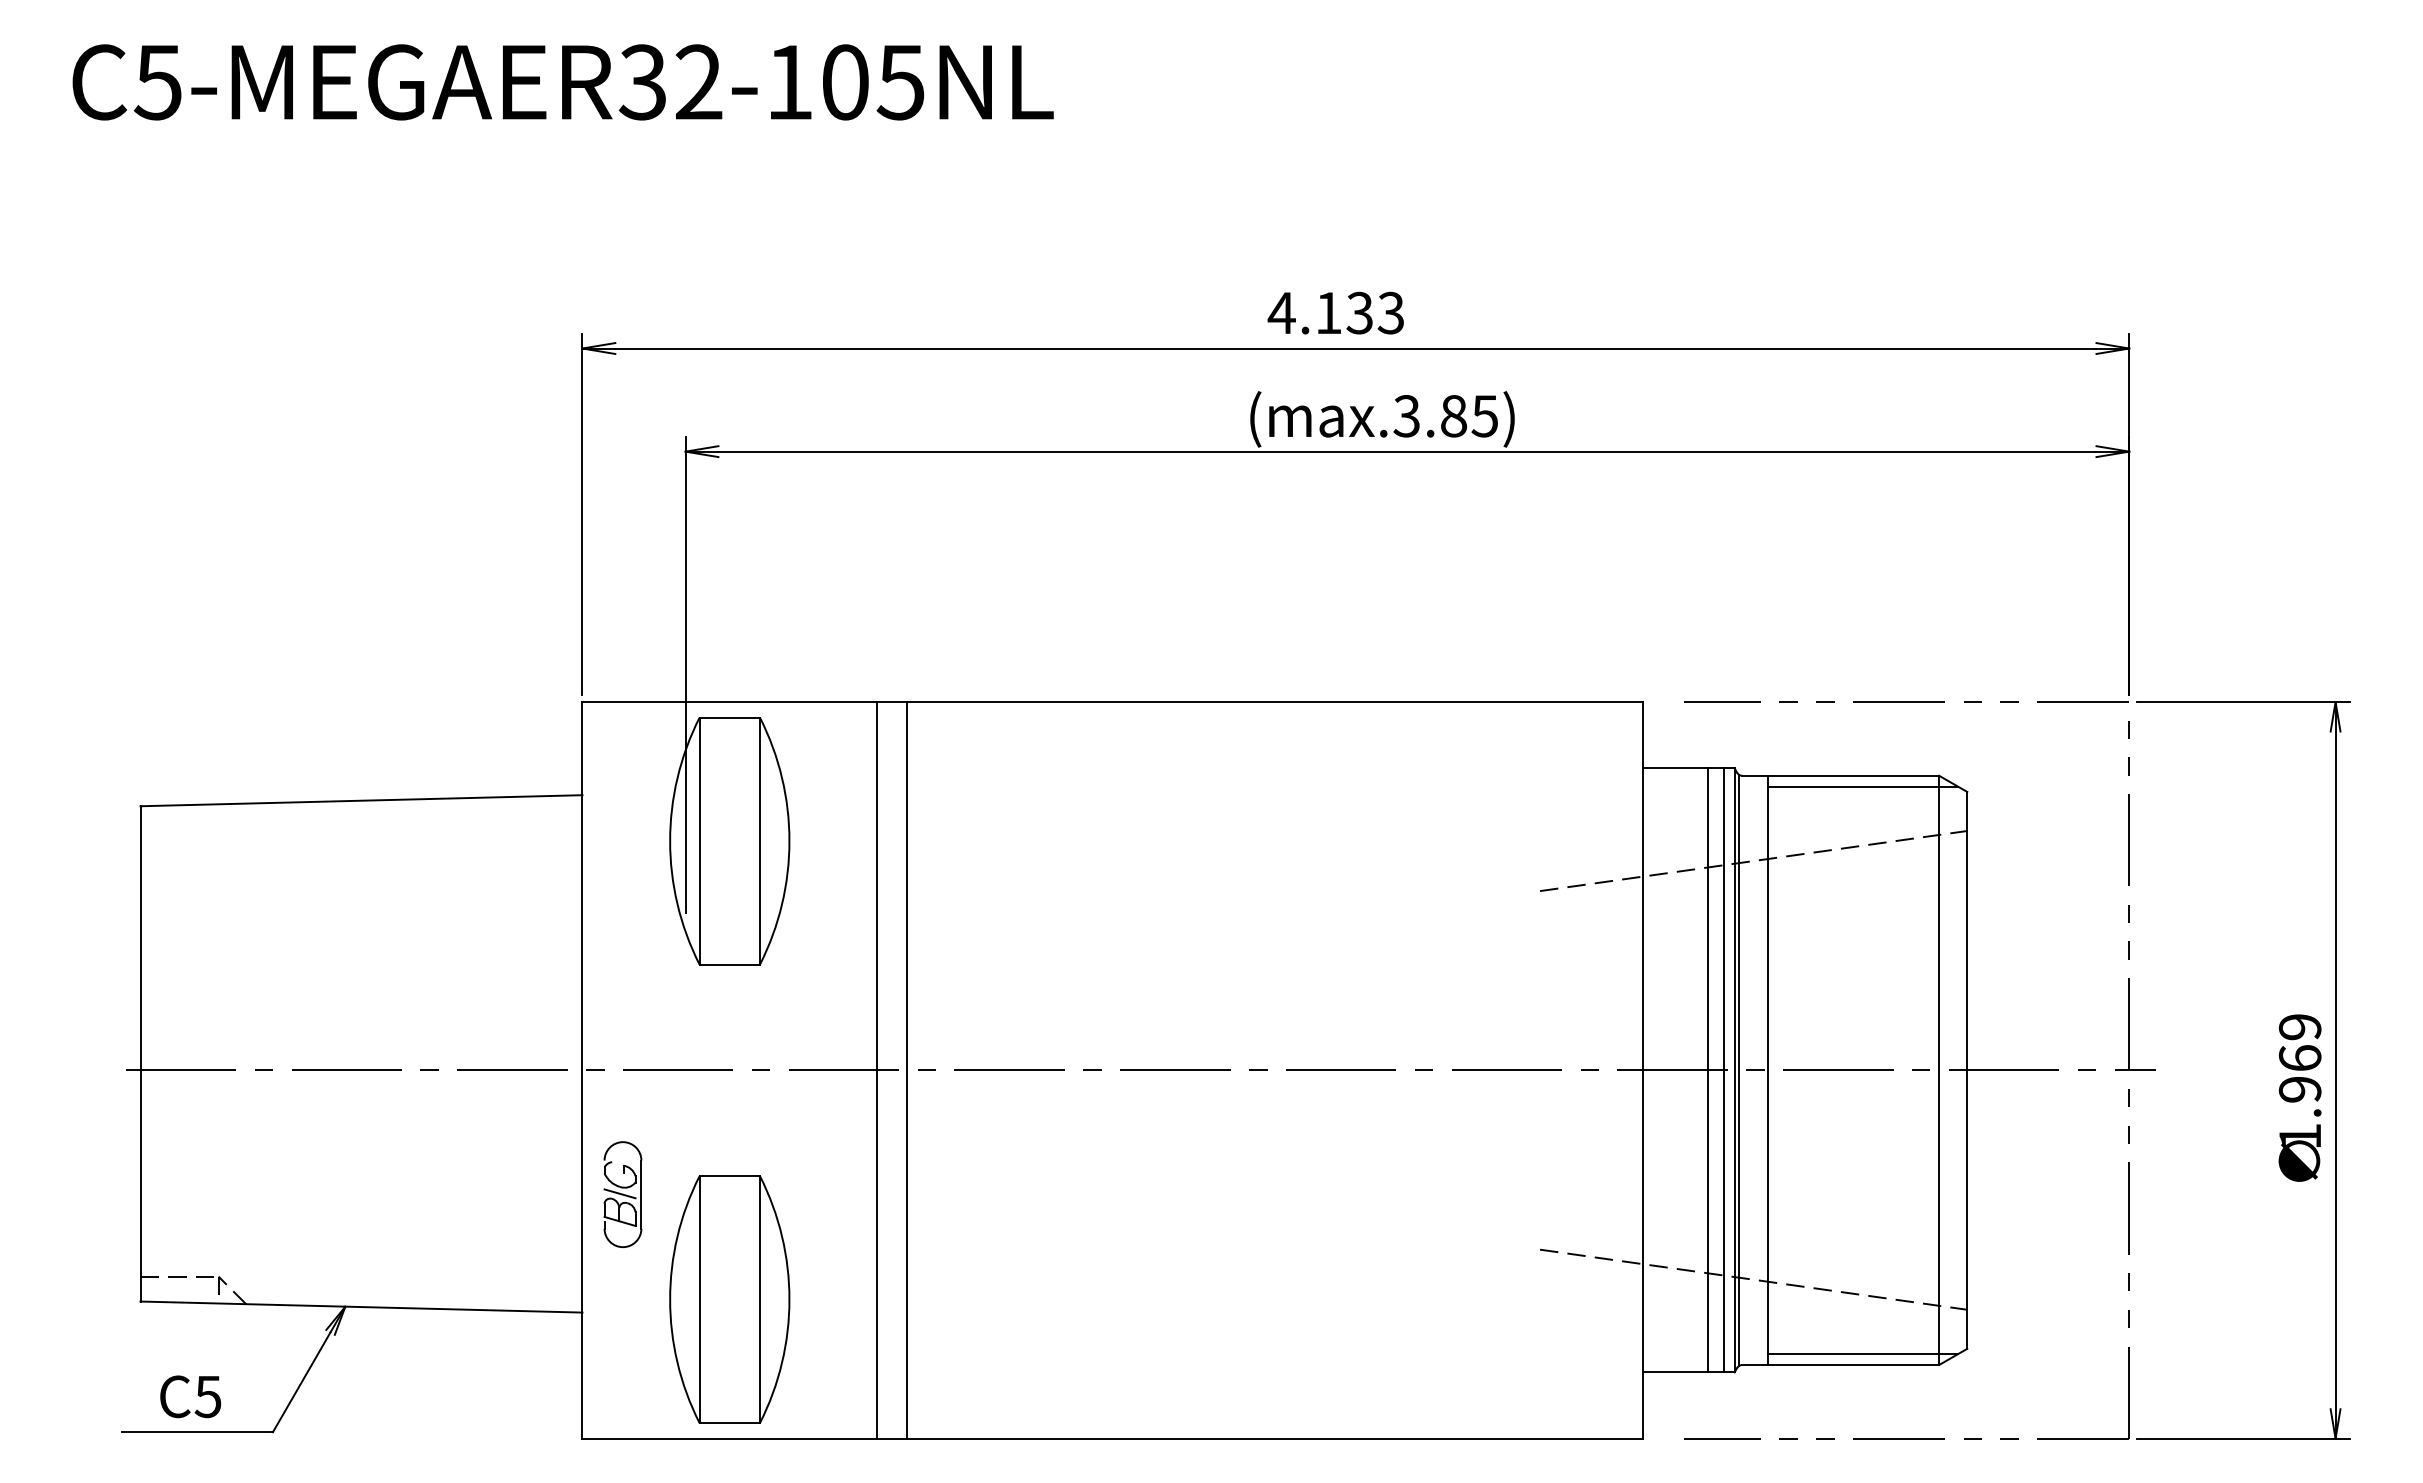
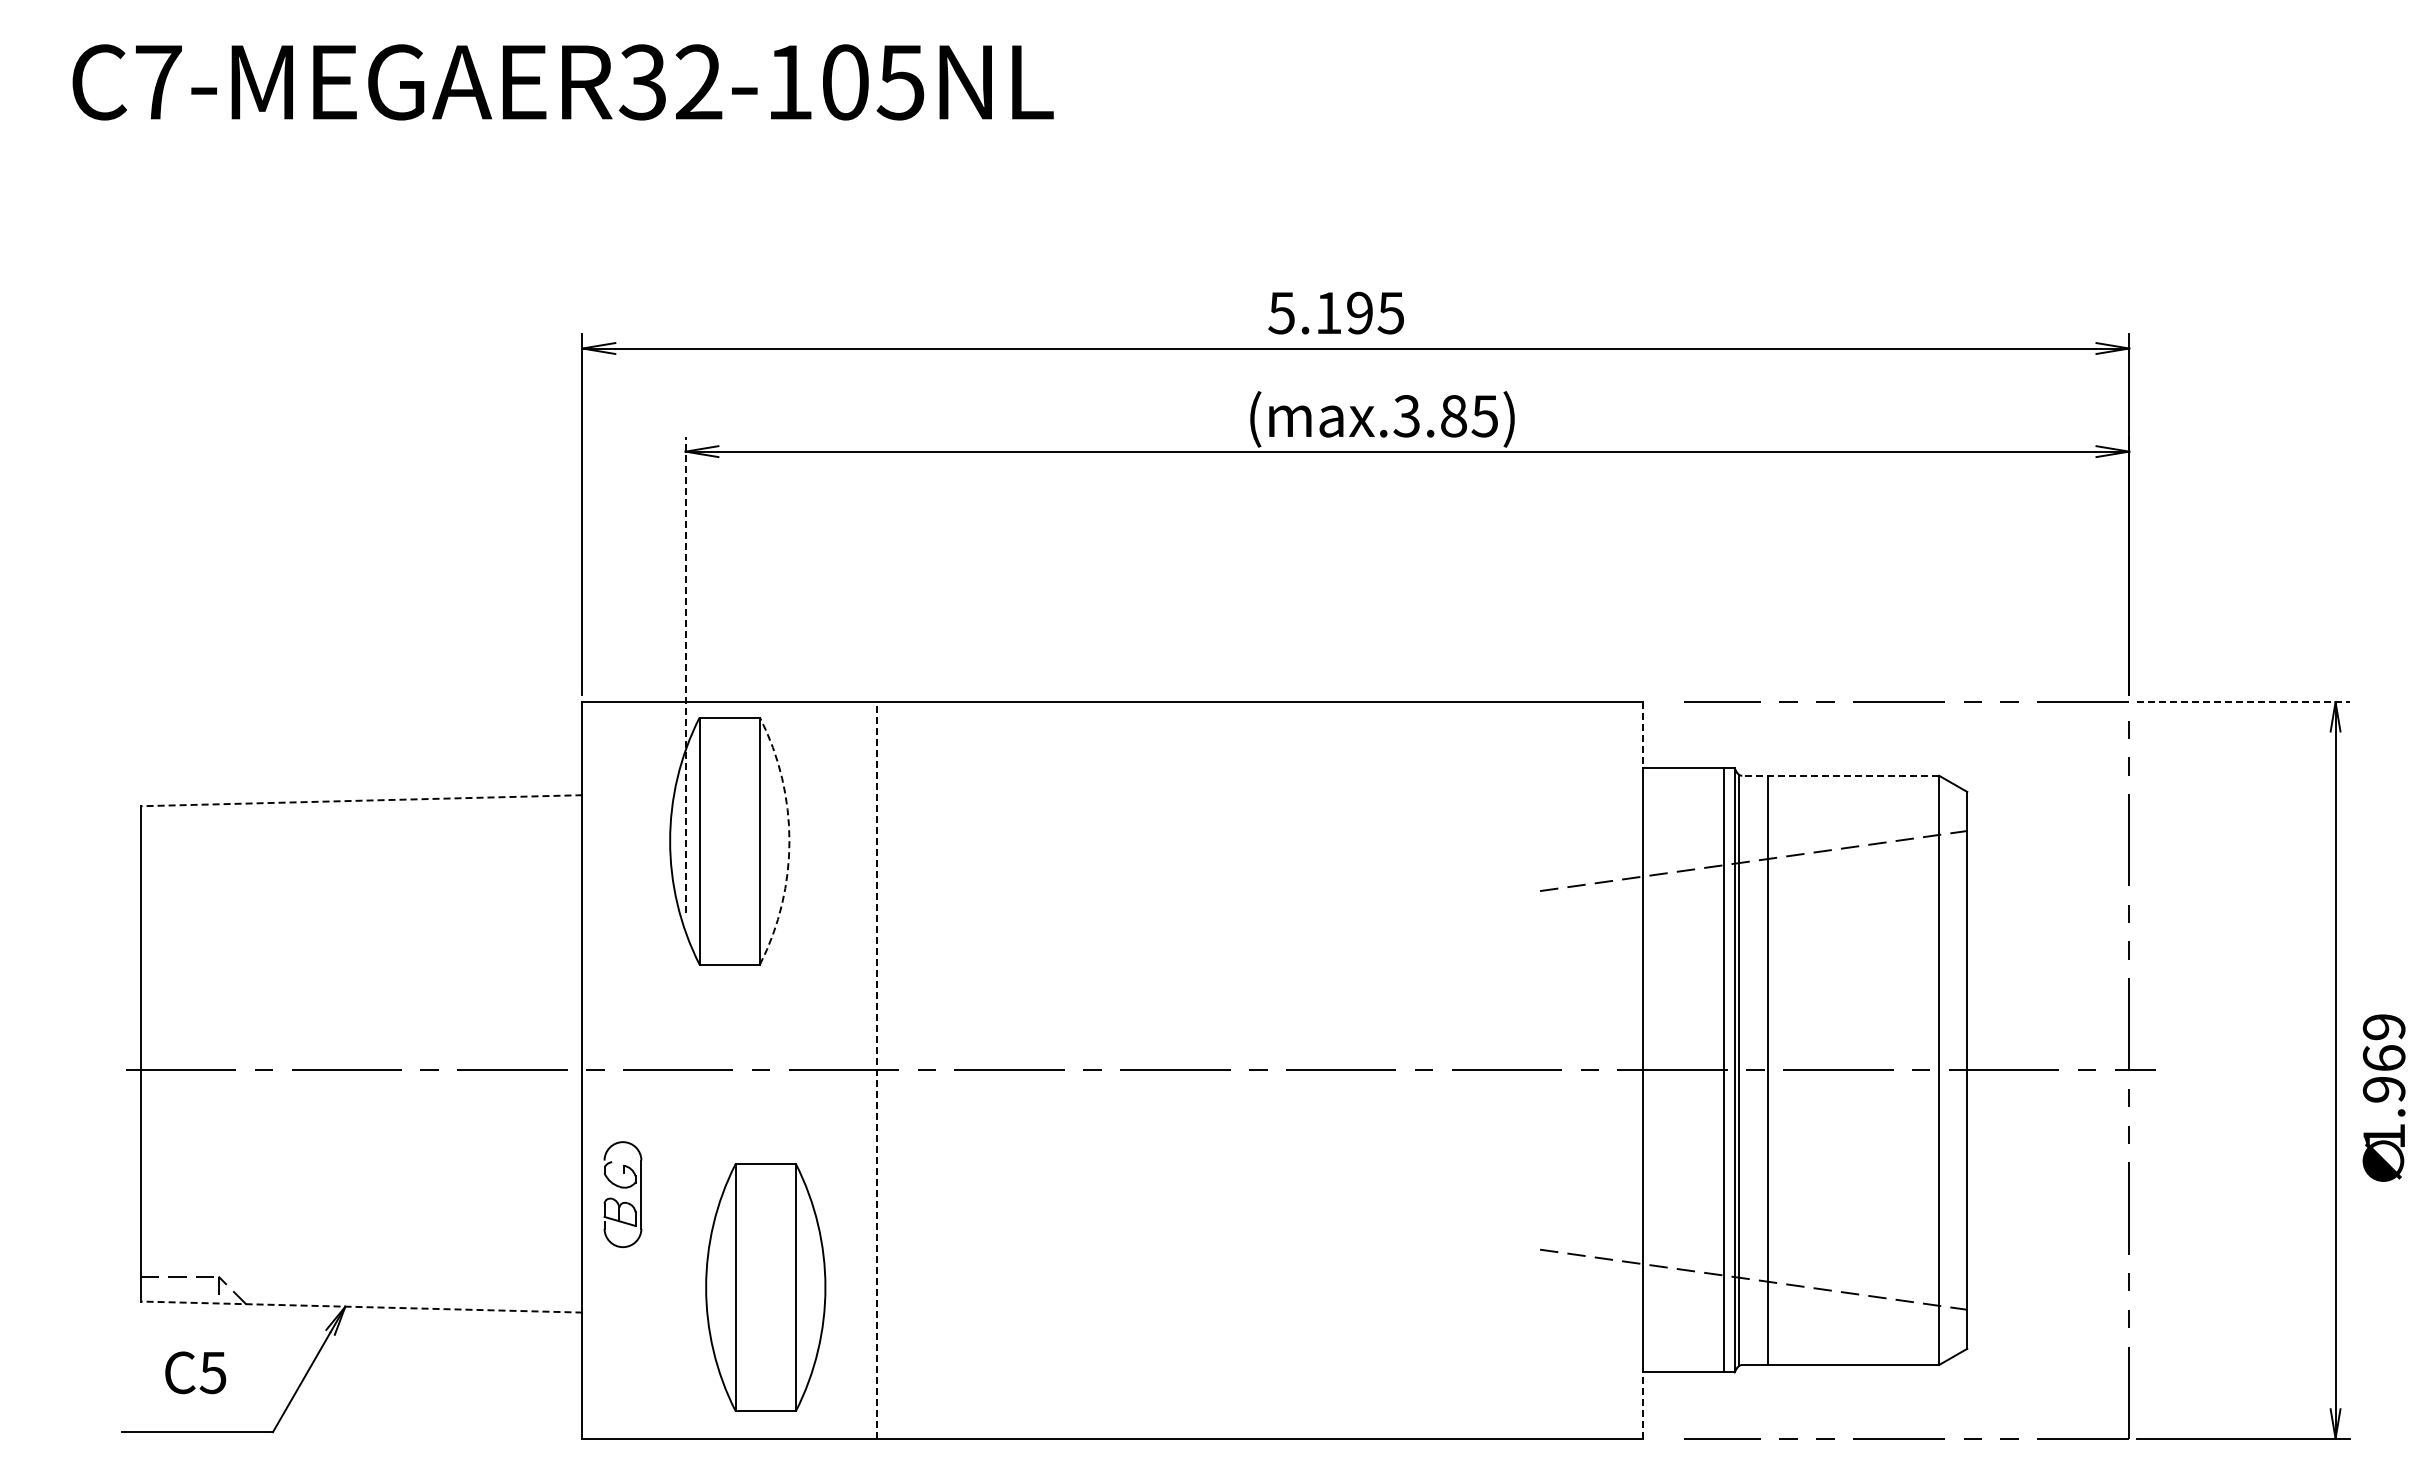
text at (157, 82): C5-MEGAER32-105NL -> C7-MEGAER32-105NL
text at (1335, 312): 4.133 -> 5.195
line at (685, 674): solid -> dashed
line at (2243, 702): solid -> dashed
line at (1643, 735): solid -> dashed
line at (1840, 775): solid -> dashed
line at (1863, 786): present -> none
line at (361, 800): solid -> dashed
arc at (789, 841): solid -> dashed
line at (877, 1069): solid -> dashed
line at (906, 1070): present -> none
line at (1707, 1070): present -> none
text at (2299, 1097) position: (2299, 1097) -> (2383, 1097)
line at (619, 1193): present -> none
part at (729, 1299) position: (729, 1299) -> (765, 1287)
line at (361, 1307): solid -> dashed
line at (1863, 1353): present -> none
text at (190, 1396) position: (190, 1396) -> (195, 1372)
line at (1643, 1405): solid -> dashed
